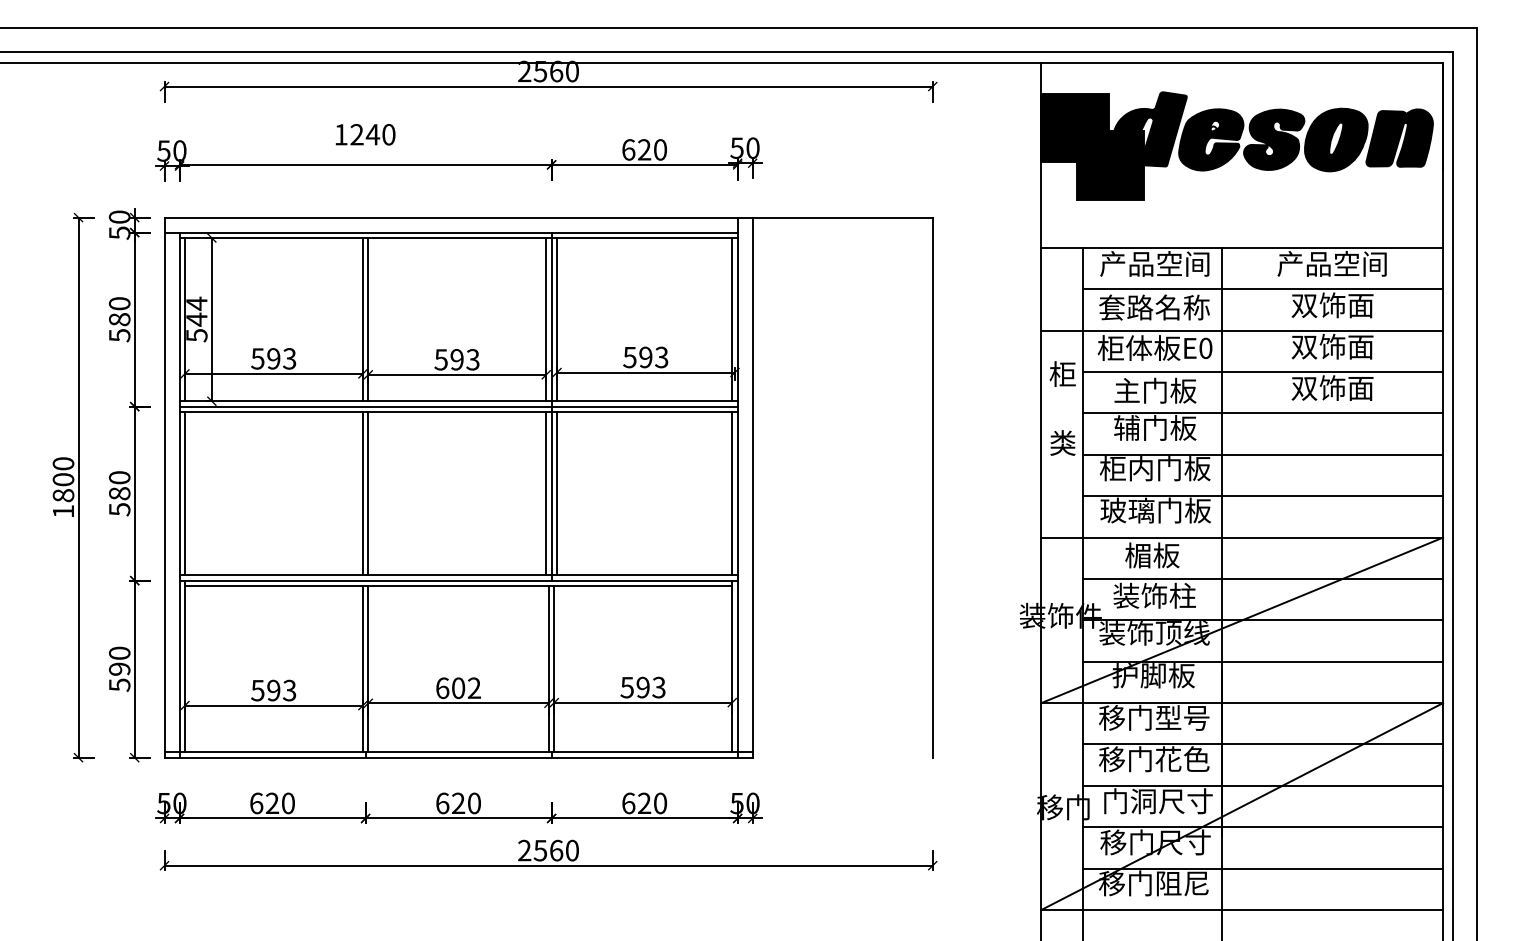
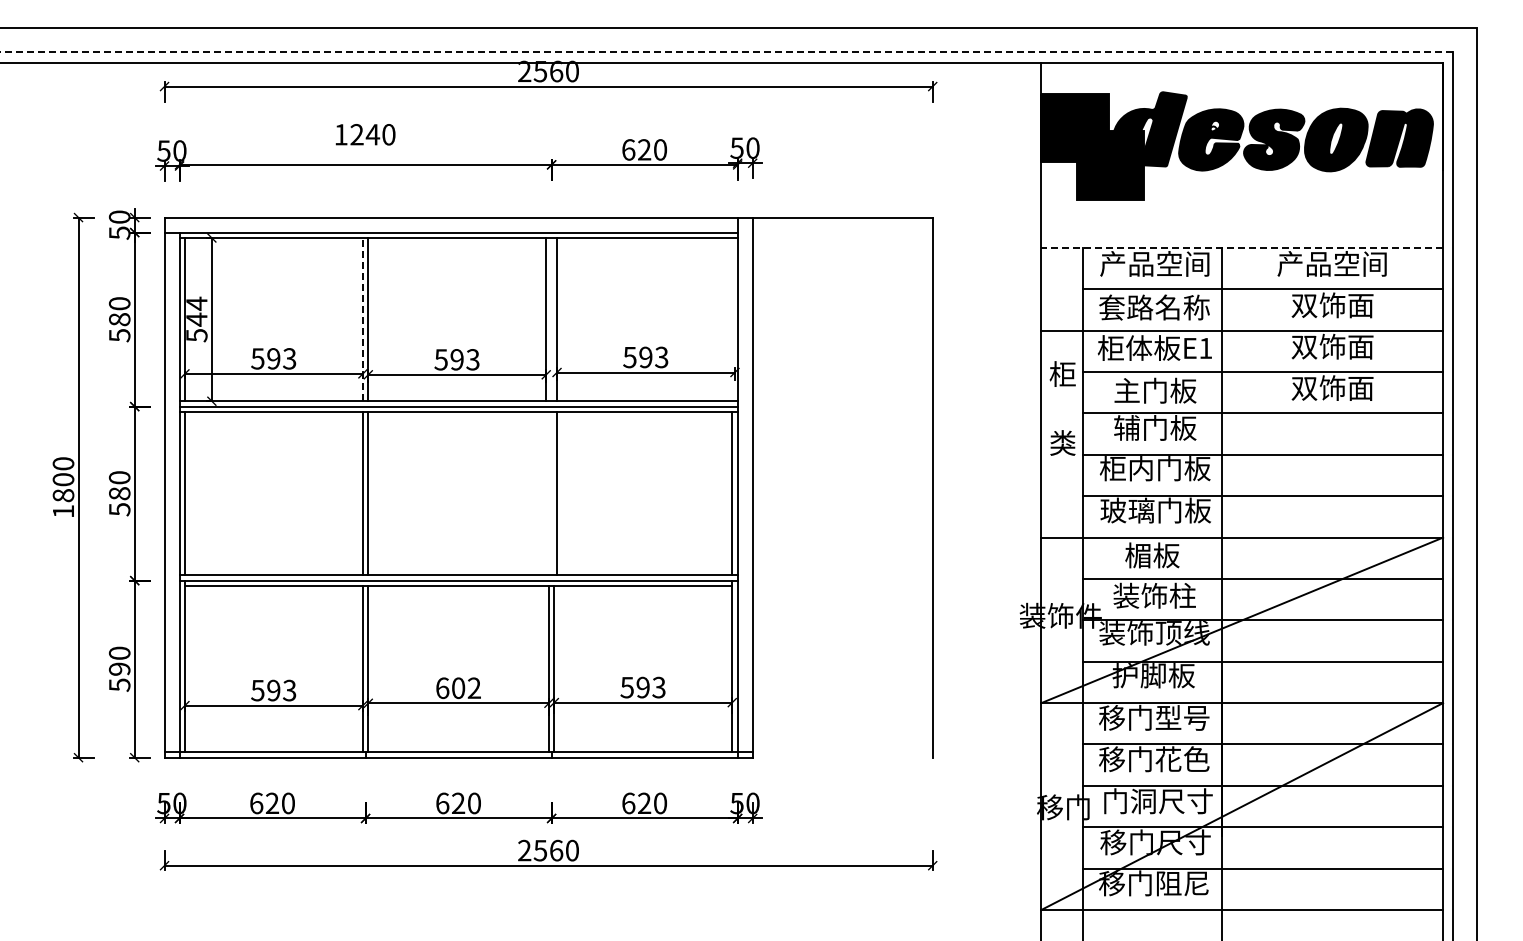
line at (726, 52): solid -> dashed
line at (1242, 248): solid -> dashed
line at (362, 319): solid -> dashed
line at (732, 319): present -> none
text at (1205, 348): E0 -> E1
line at (551, 406): present -> none
line at (546, 493): present -> none
